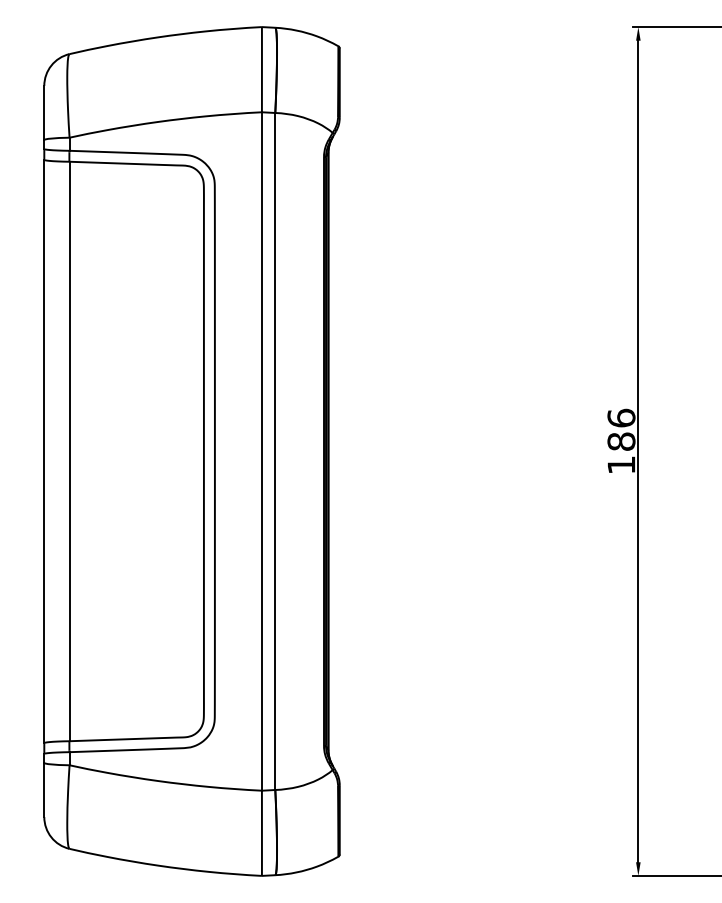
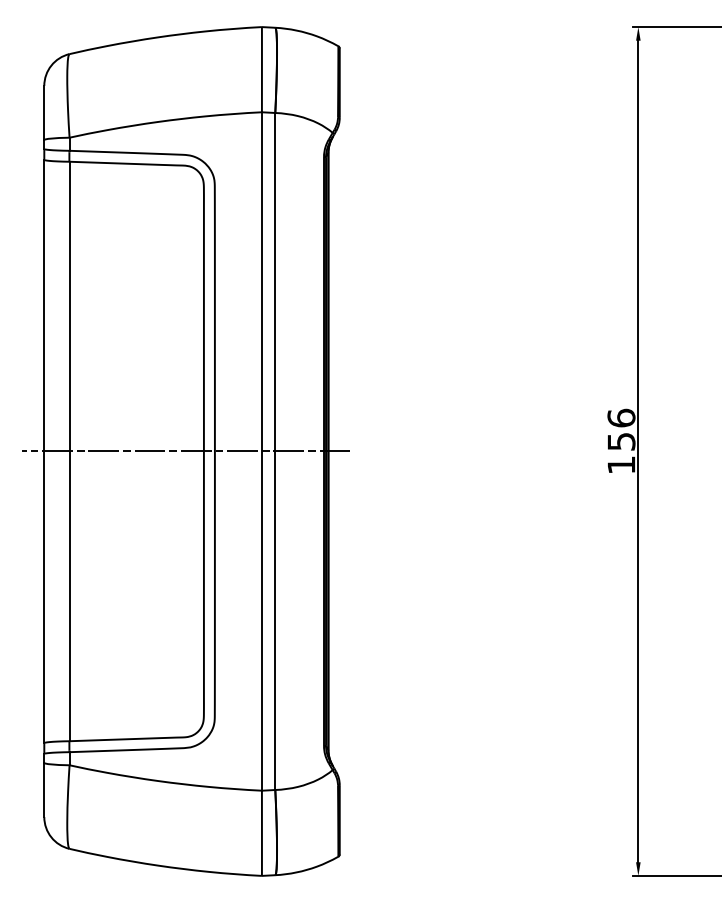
text at (621, 441): 186 -> 156
line at (185, 451): none -> present
